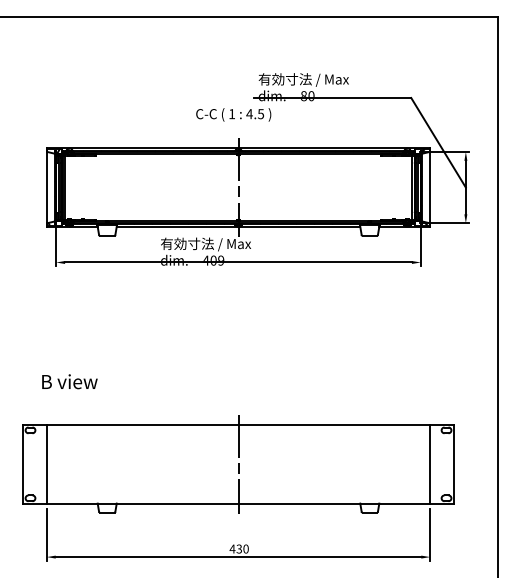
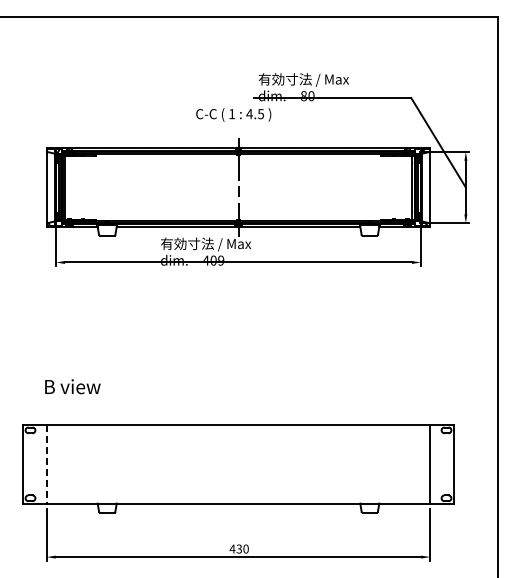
text at (69, 381) position: (69, 381) -> (72, 386)
line at (46, 464): solid -> dashed
line at (238, 464): present -> none
